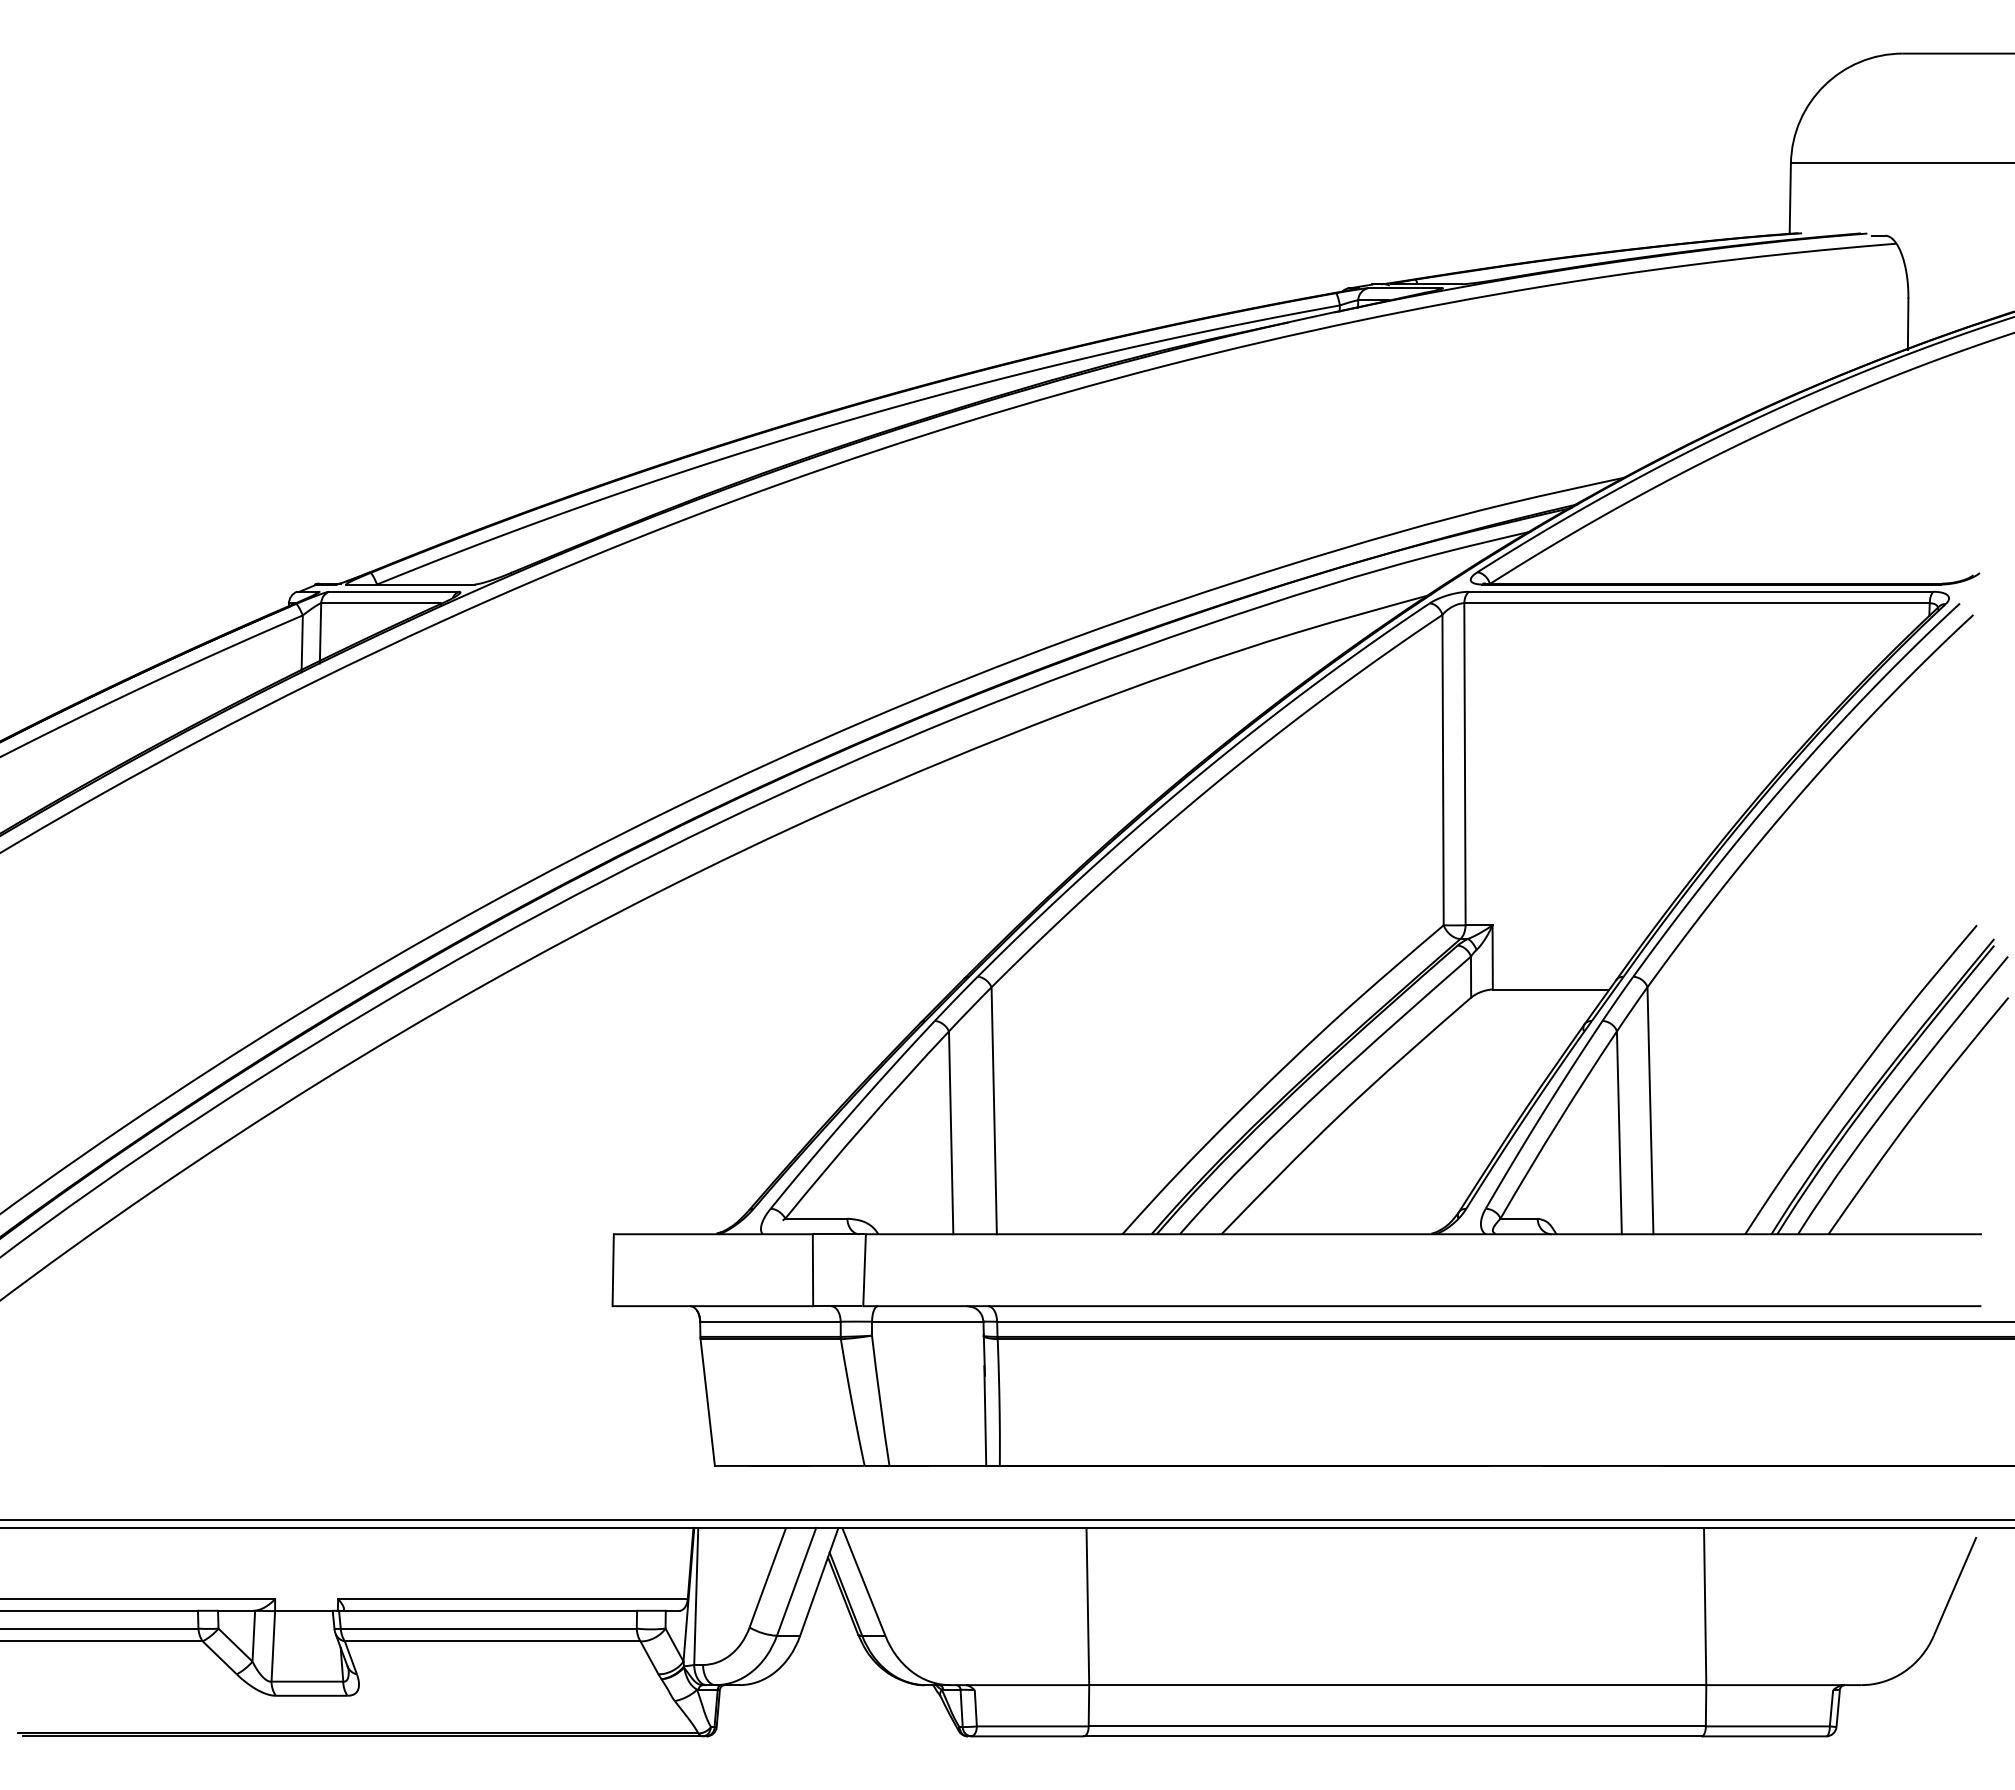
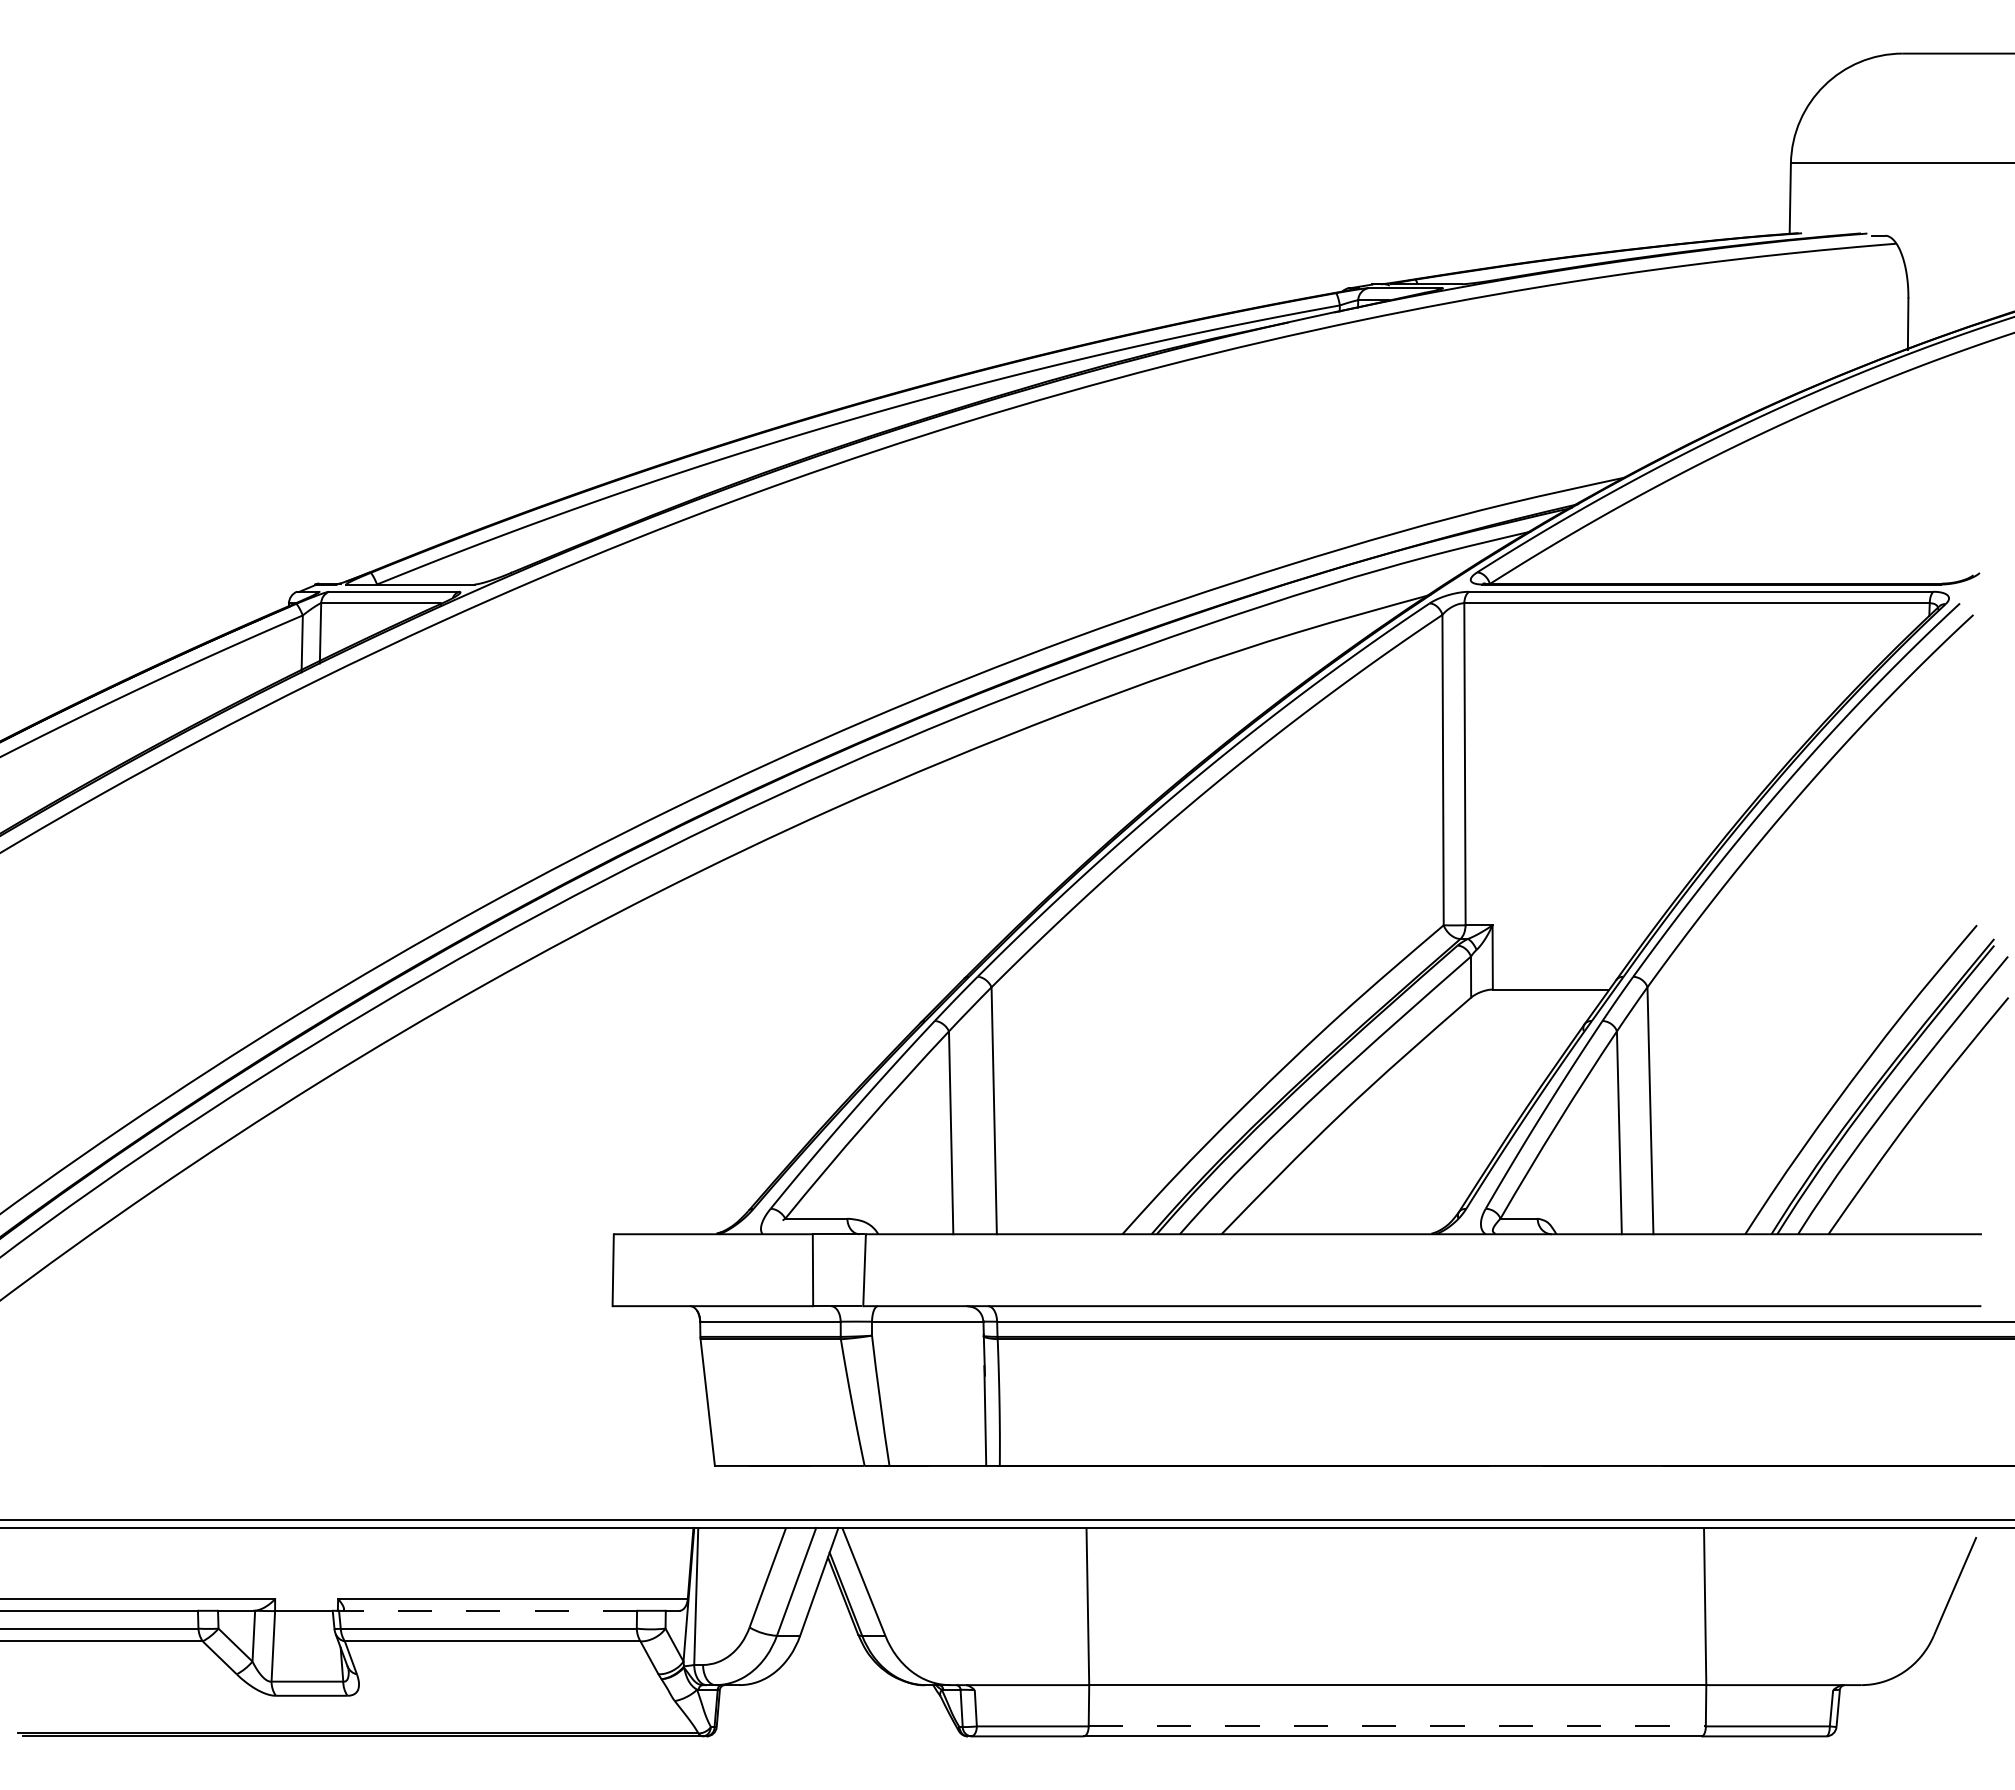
line at (487, 1610): solid -> dashed
line at (1397, 1726): solid -> dashed
